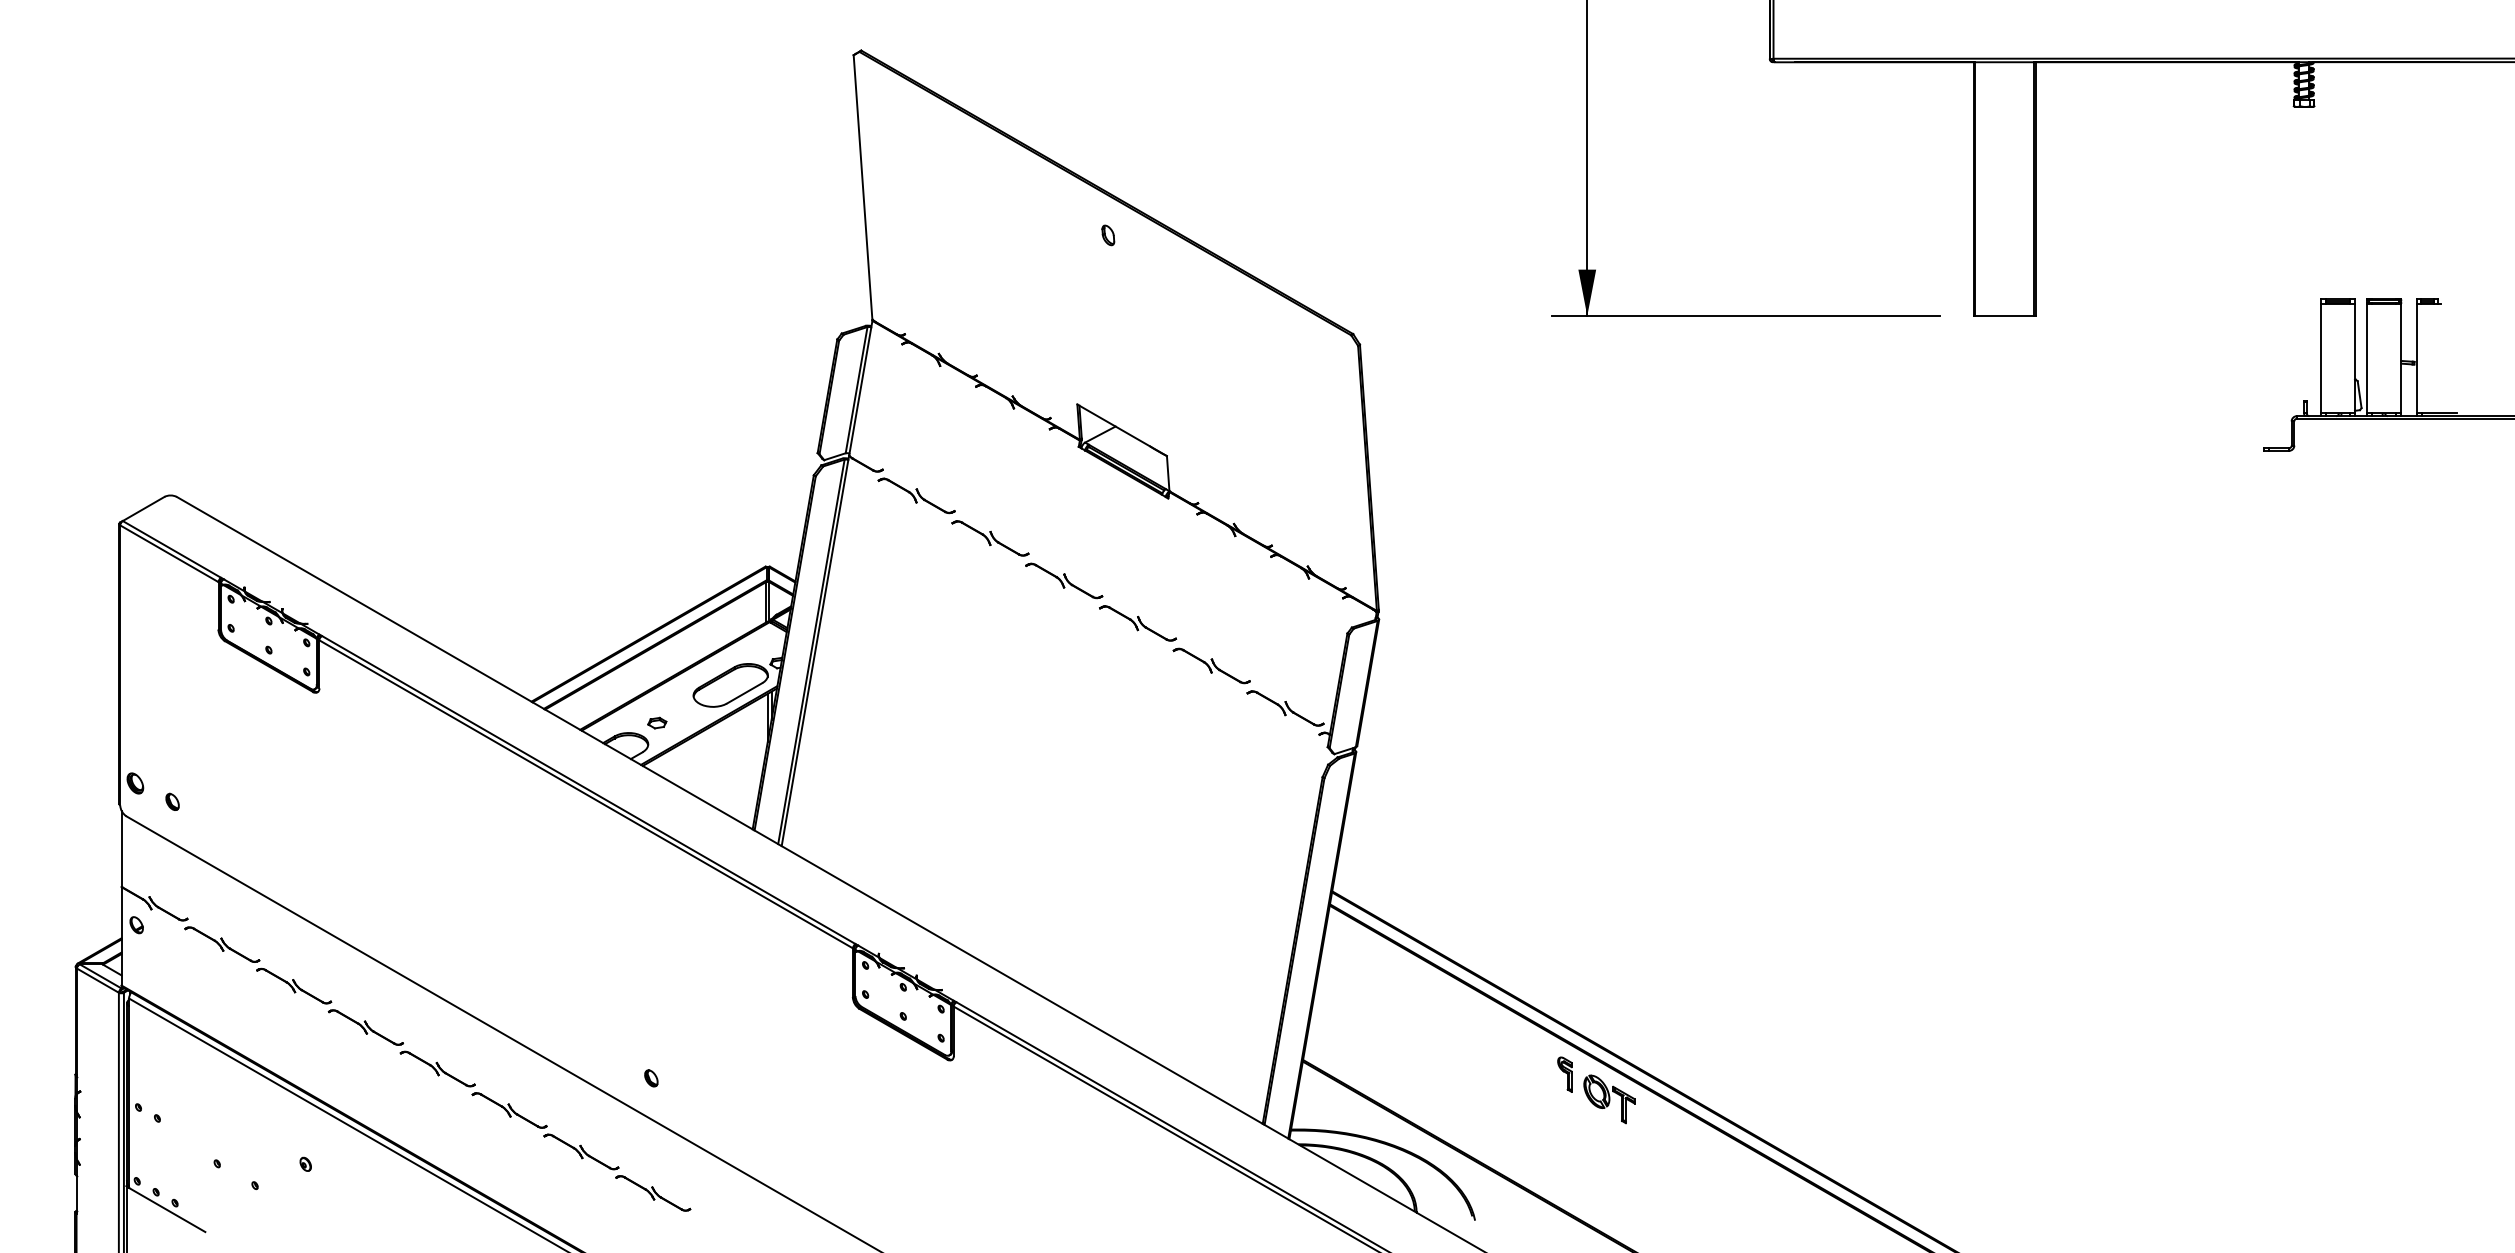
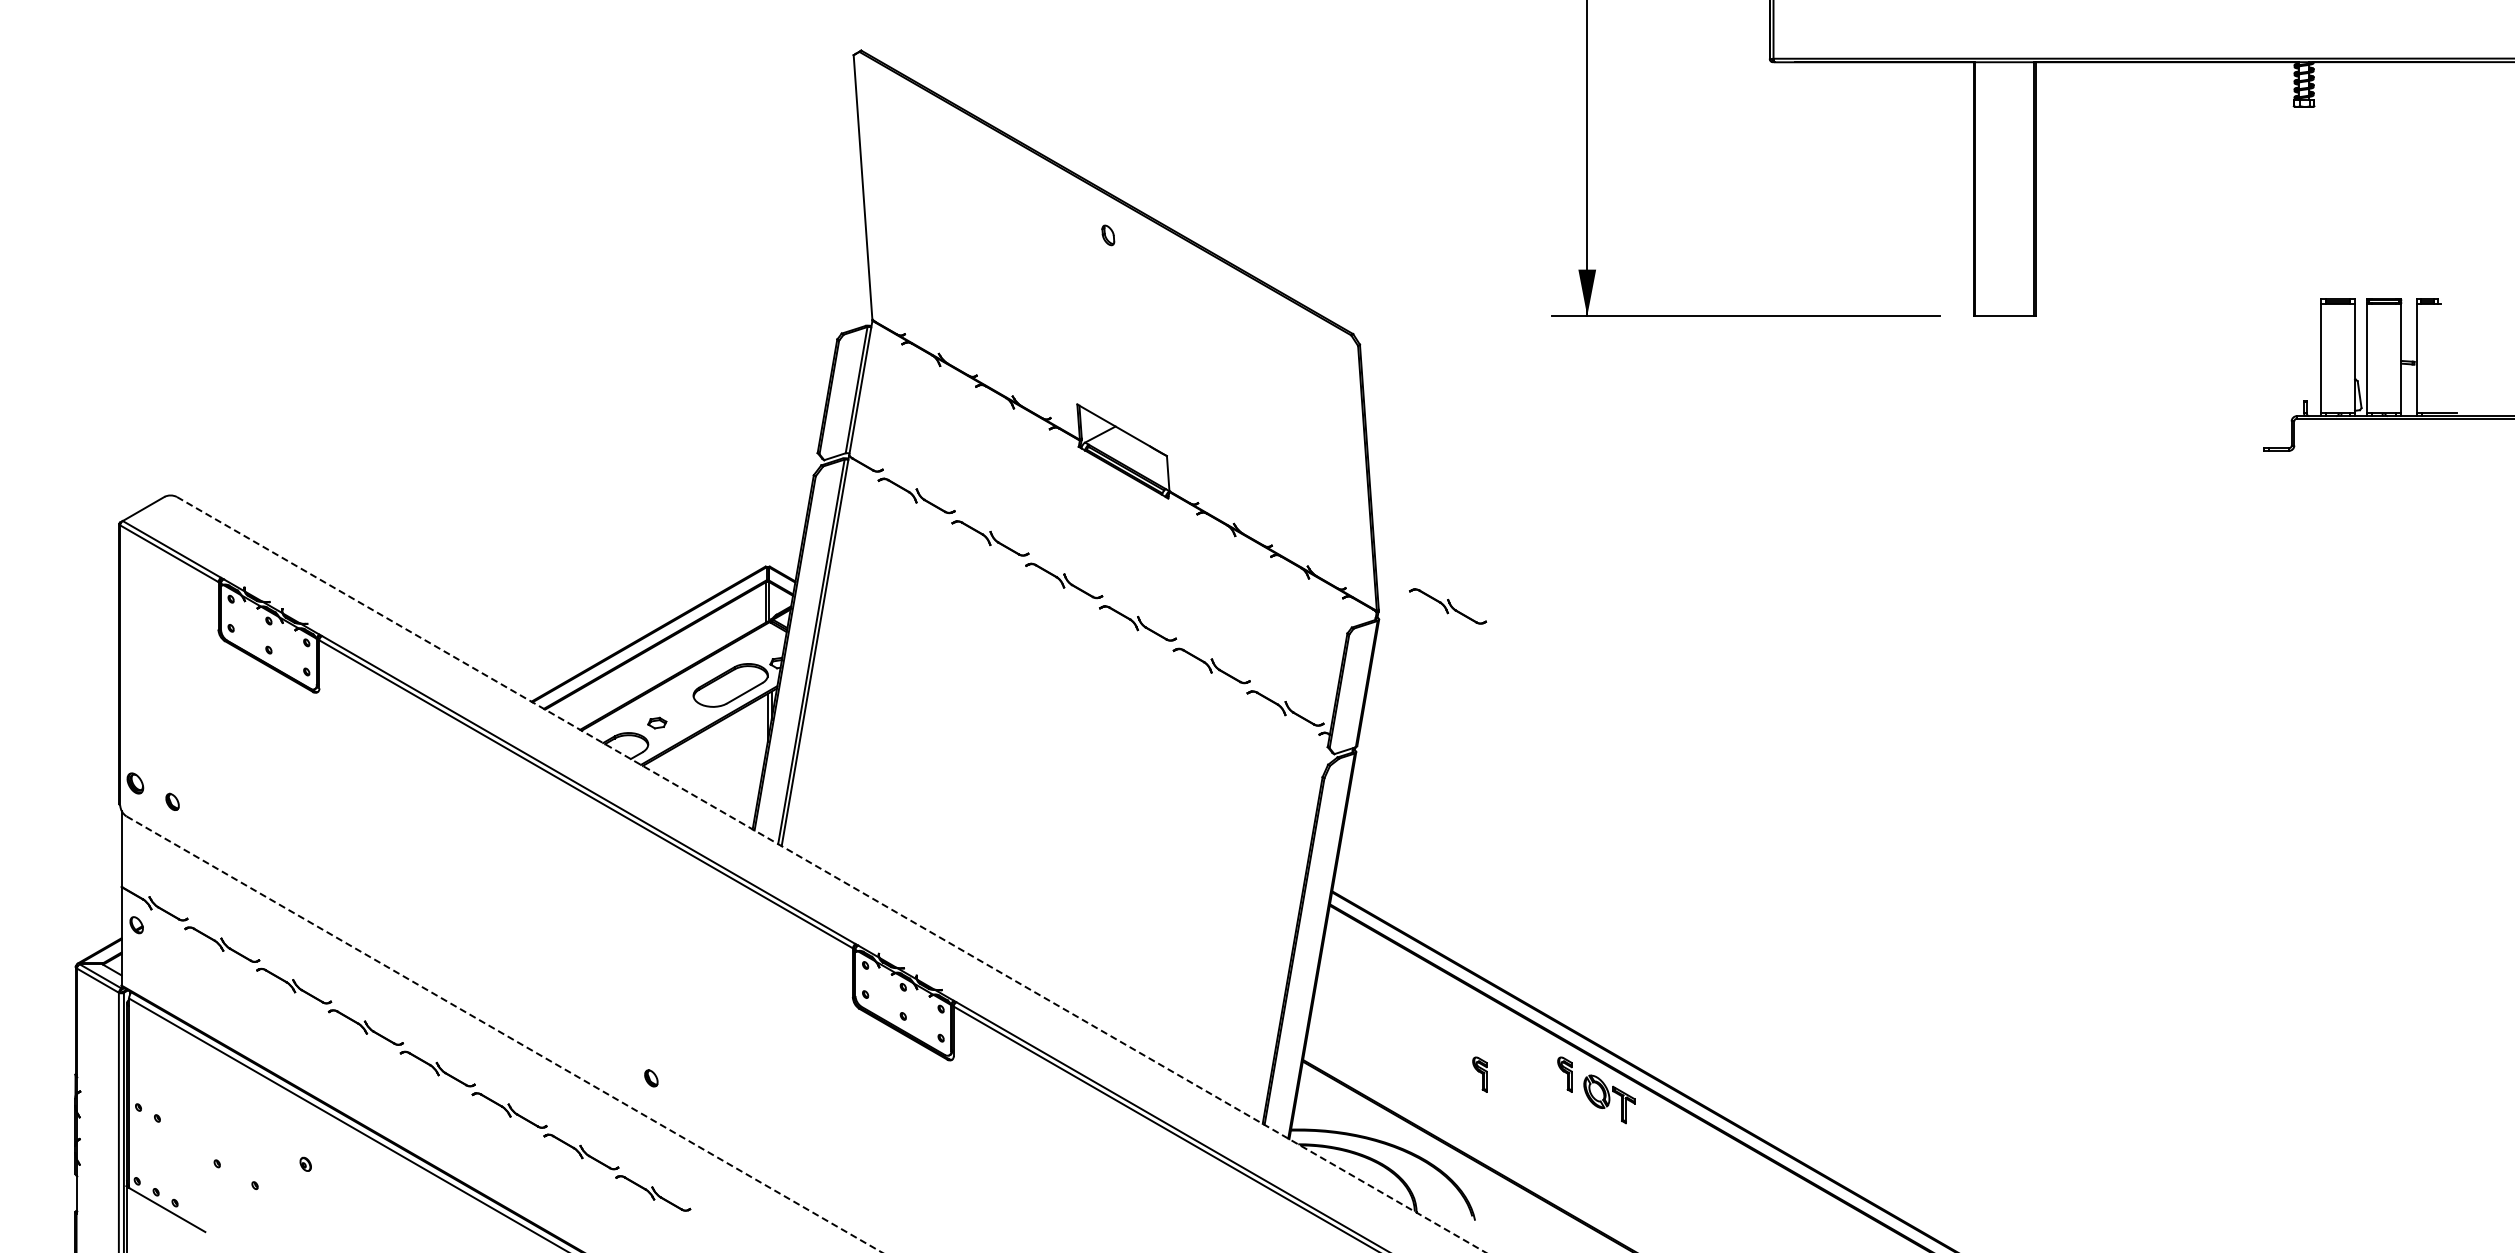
part at (1448, 606): none -> present
line at (831, 874): solid -> dashed
line at (505, 1034): solid -> dashed
part at (1479, 1074): none -> present
